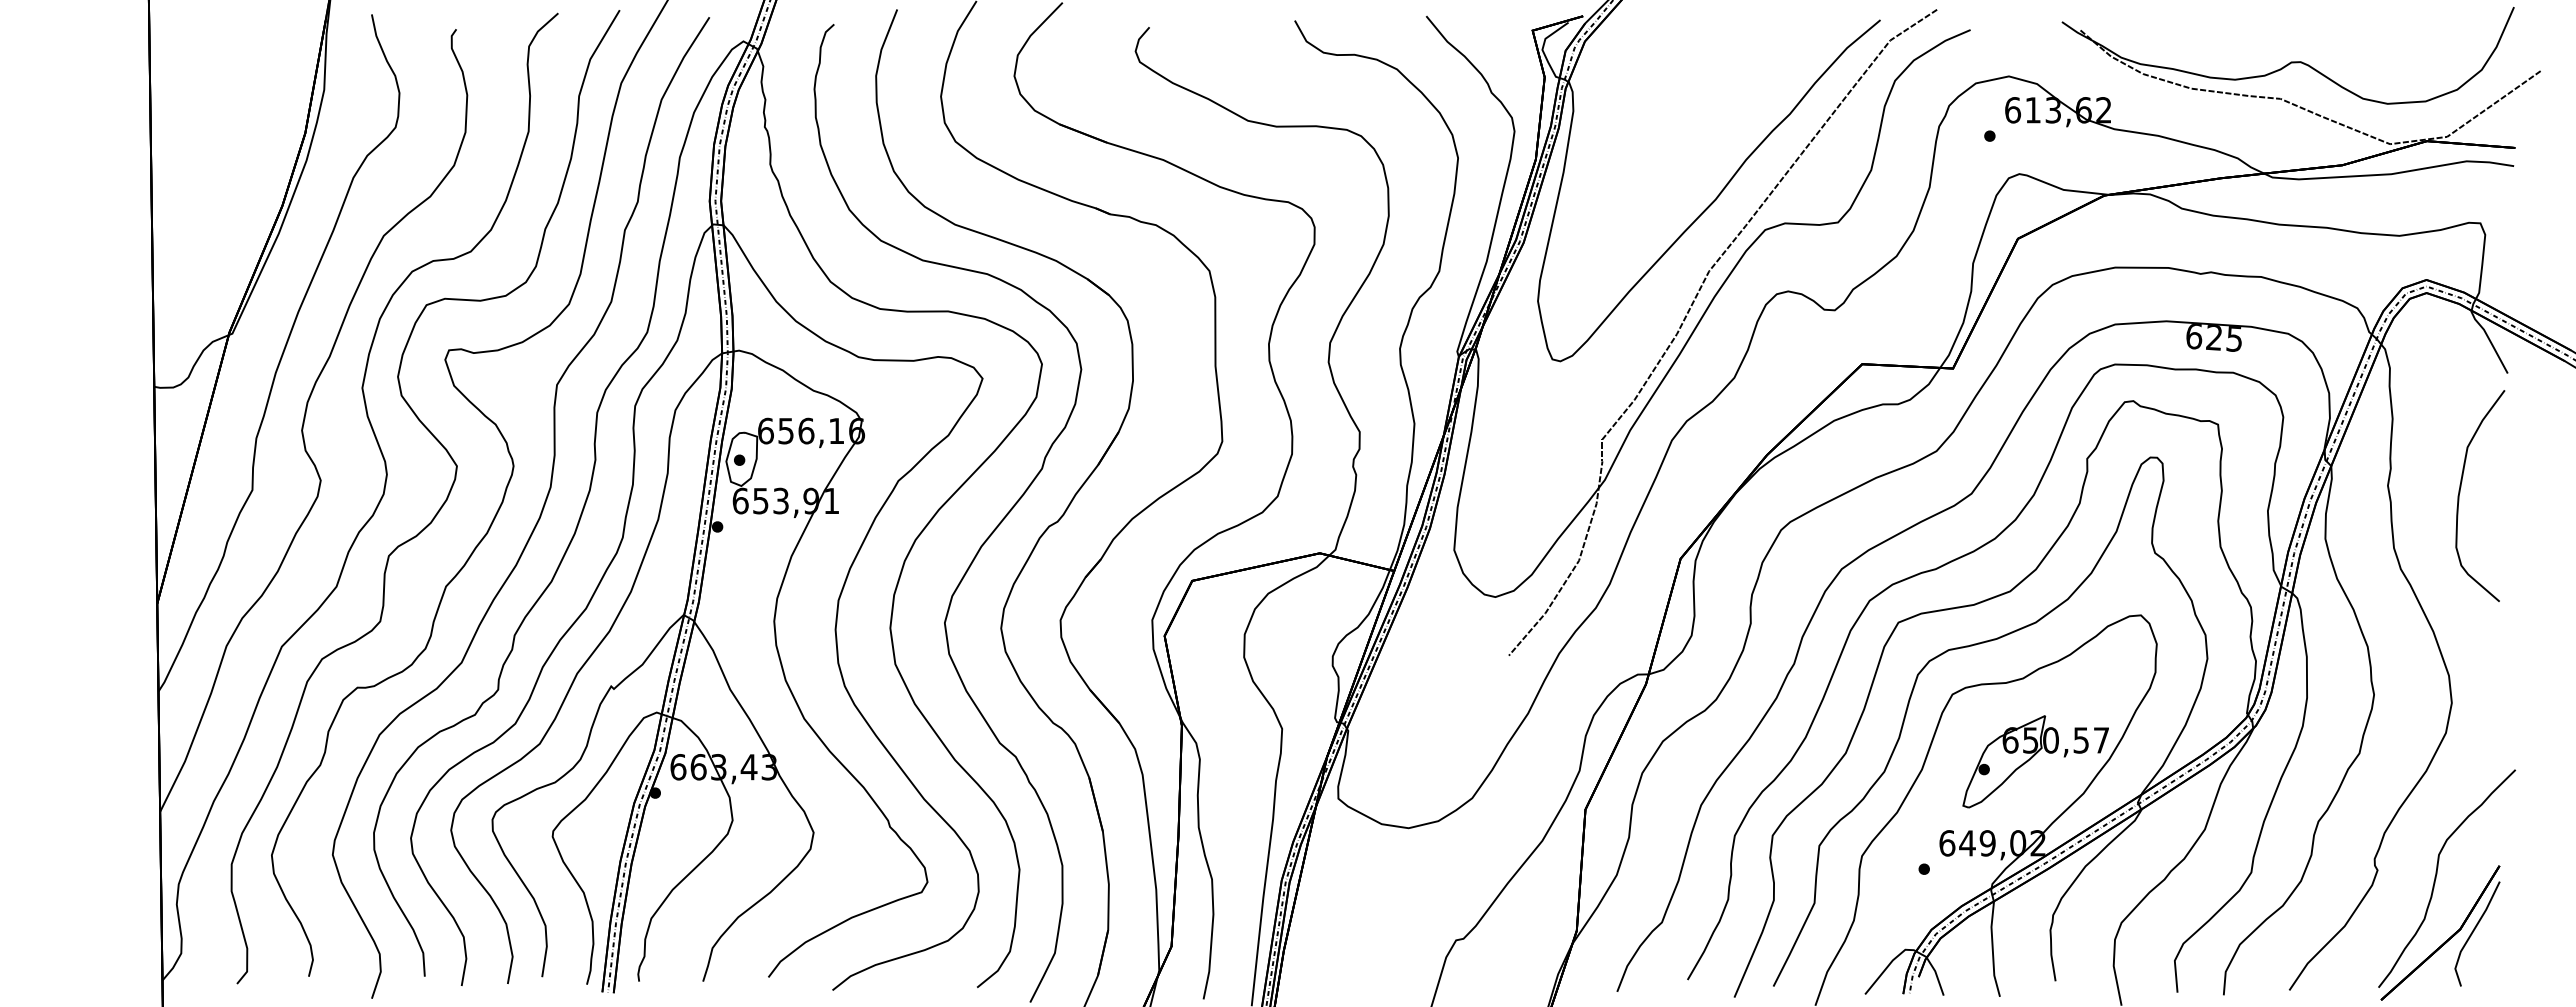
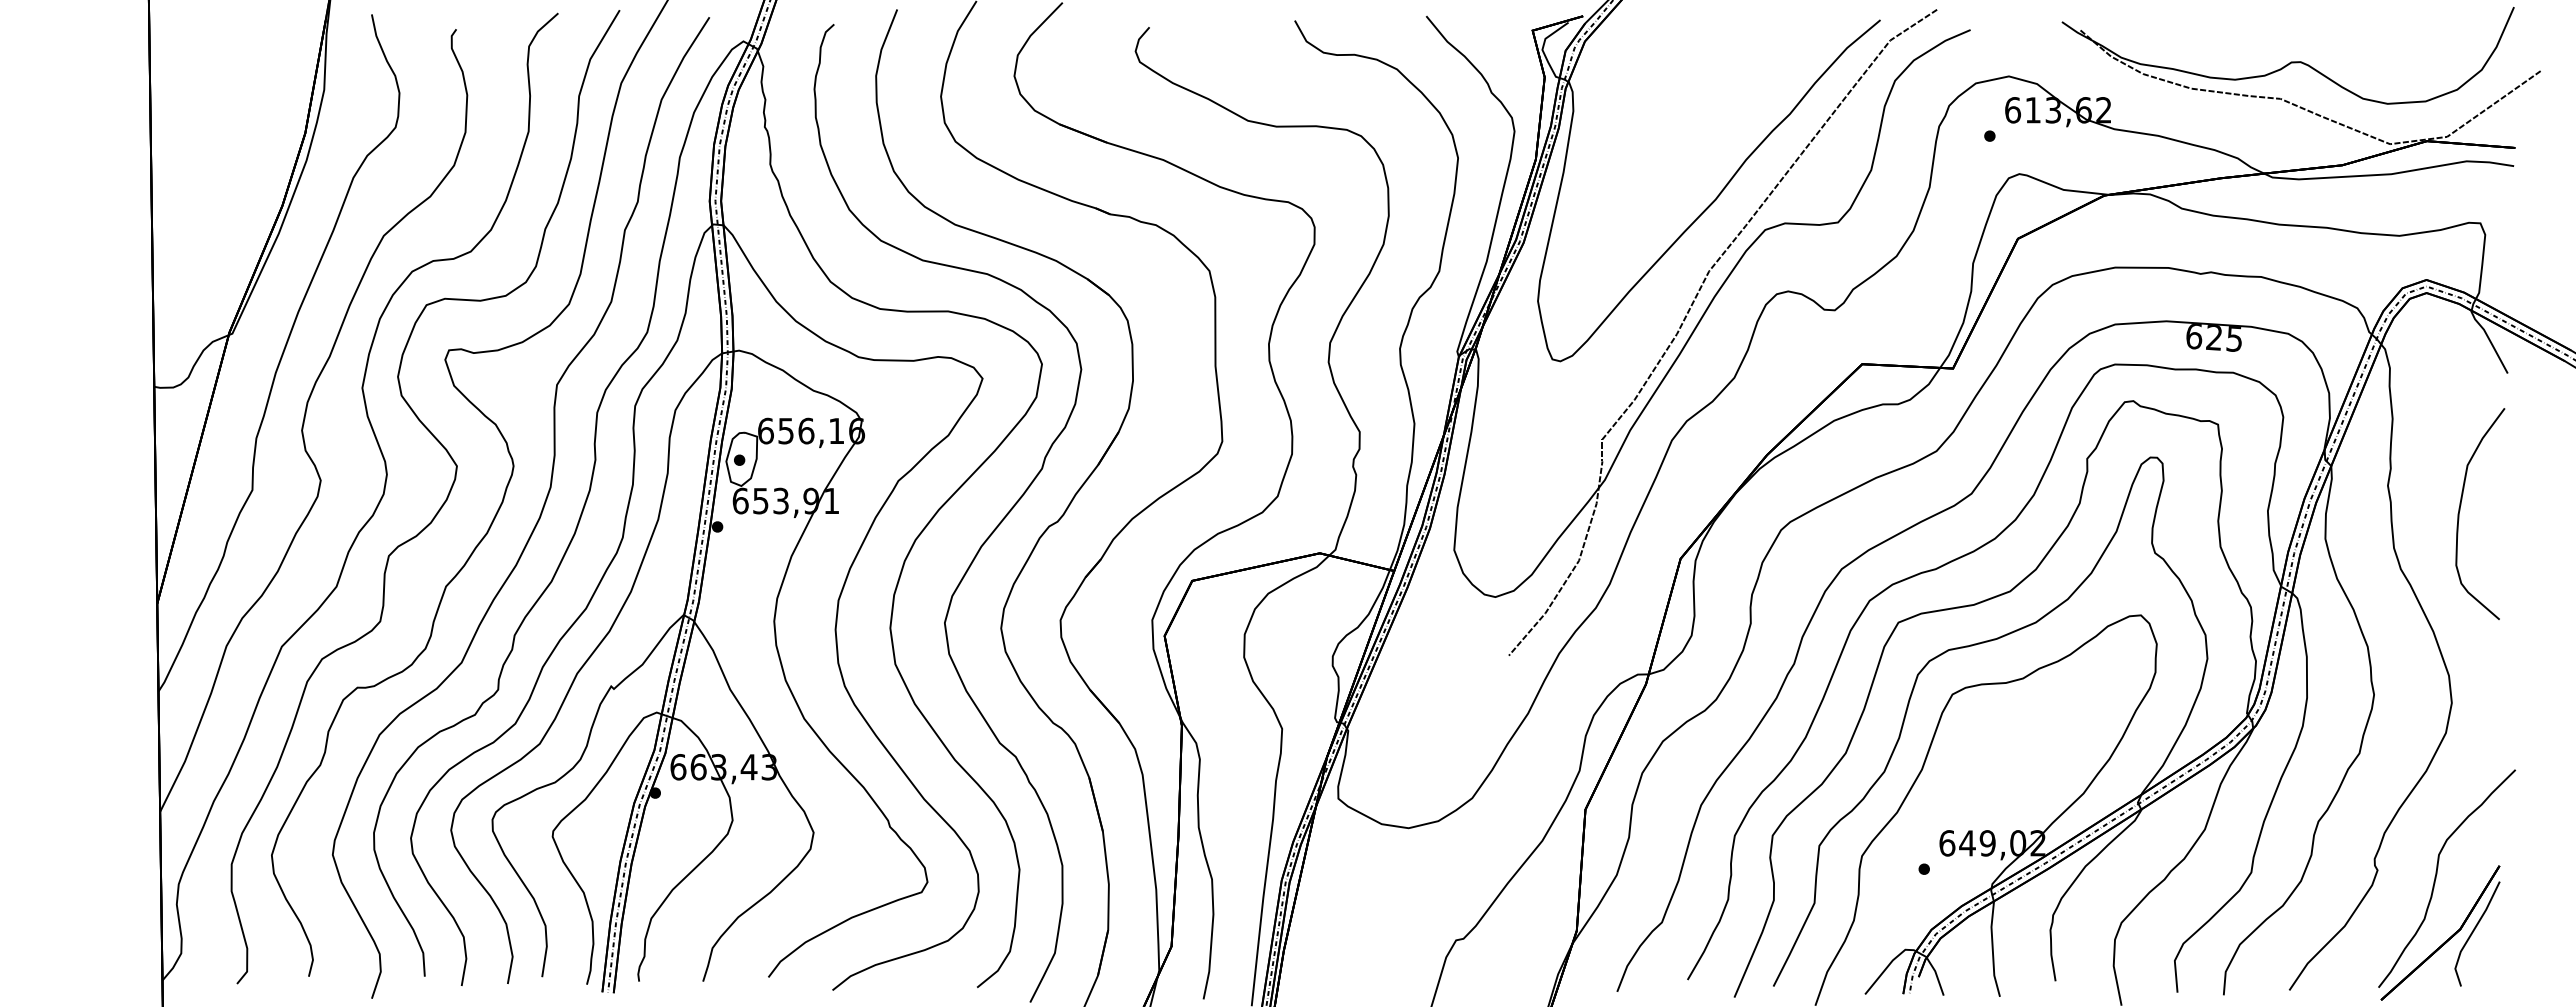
curve at (2460, 493) position: (2460, 493) -> (2460, 511)
part at (2035, 761): present -> none
